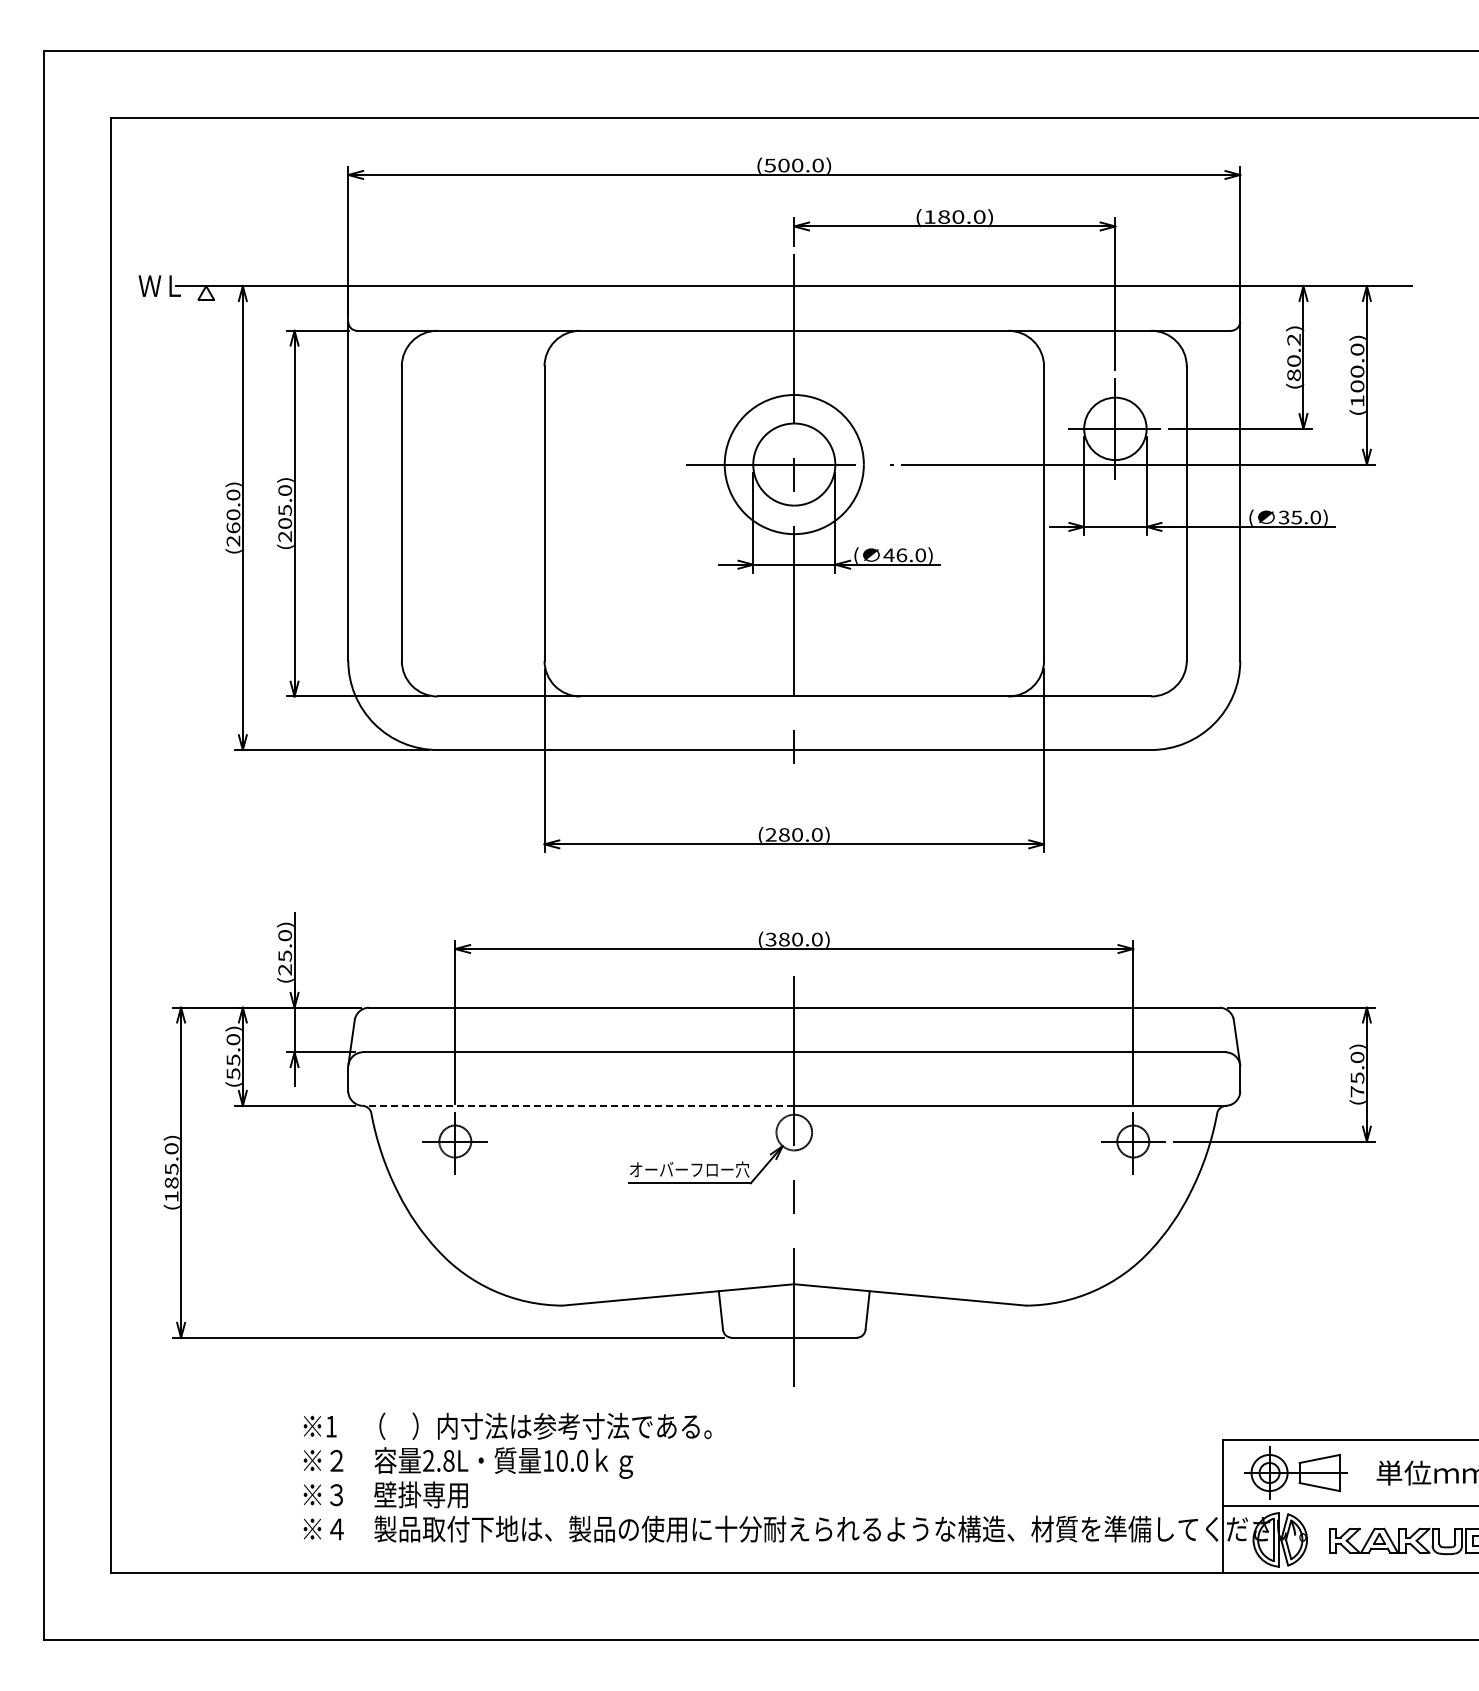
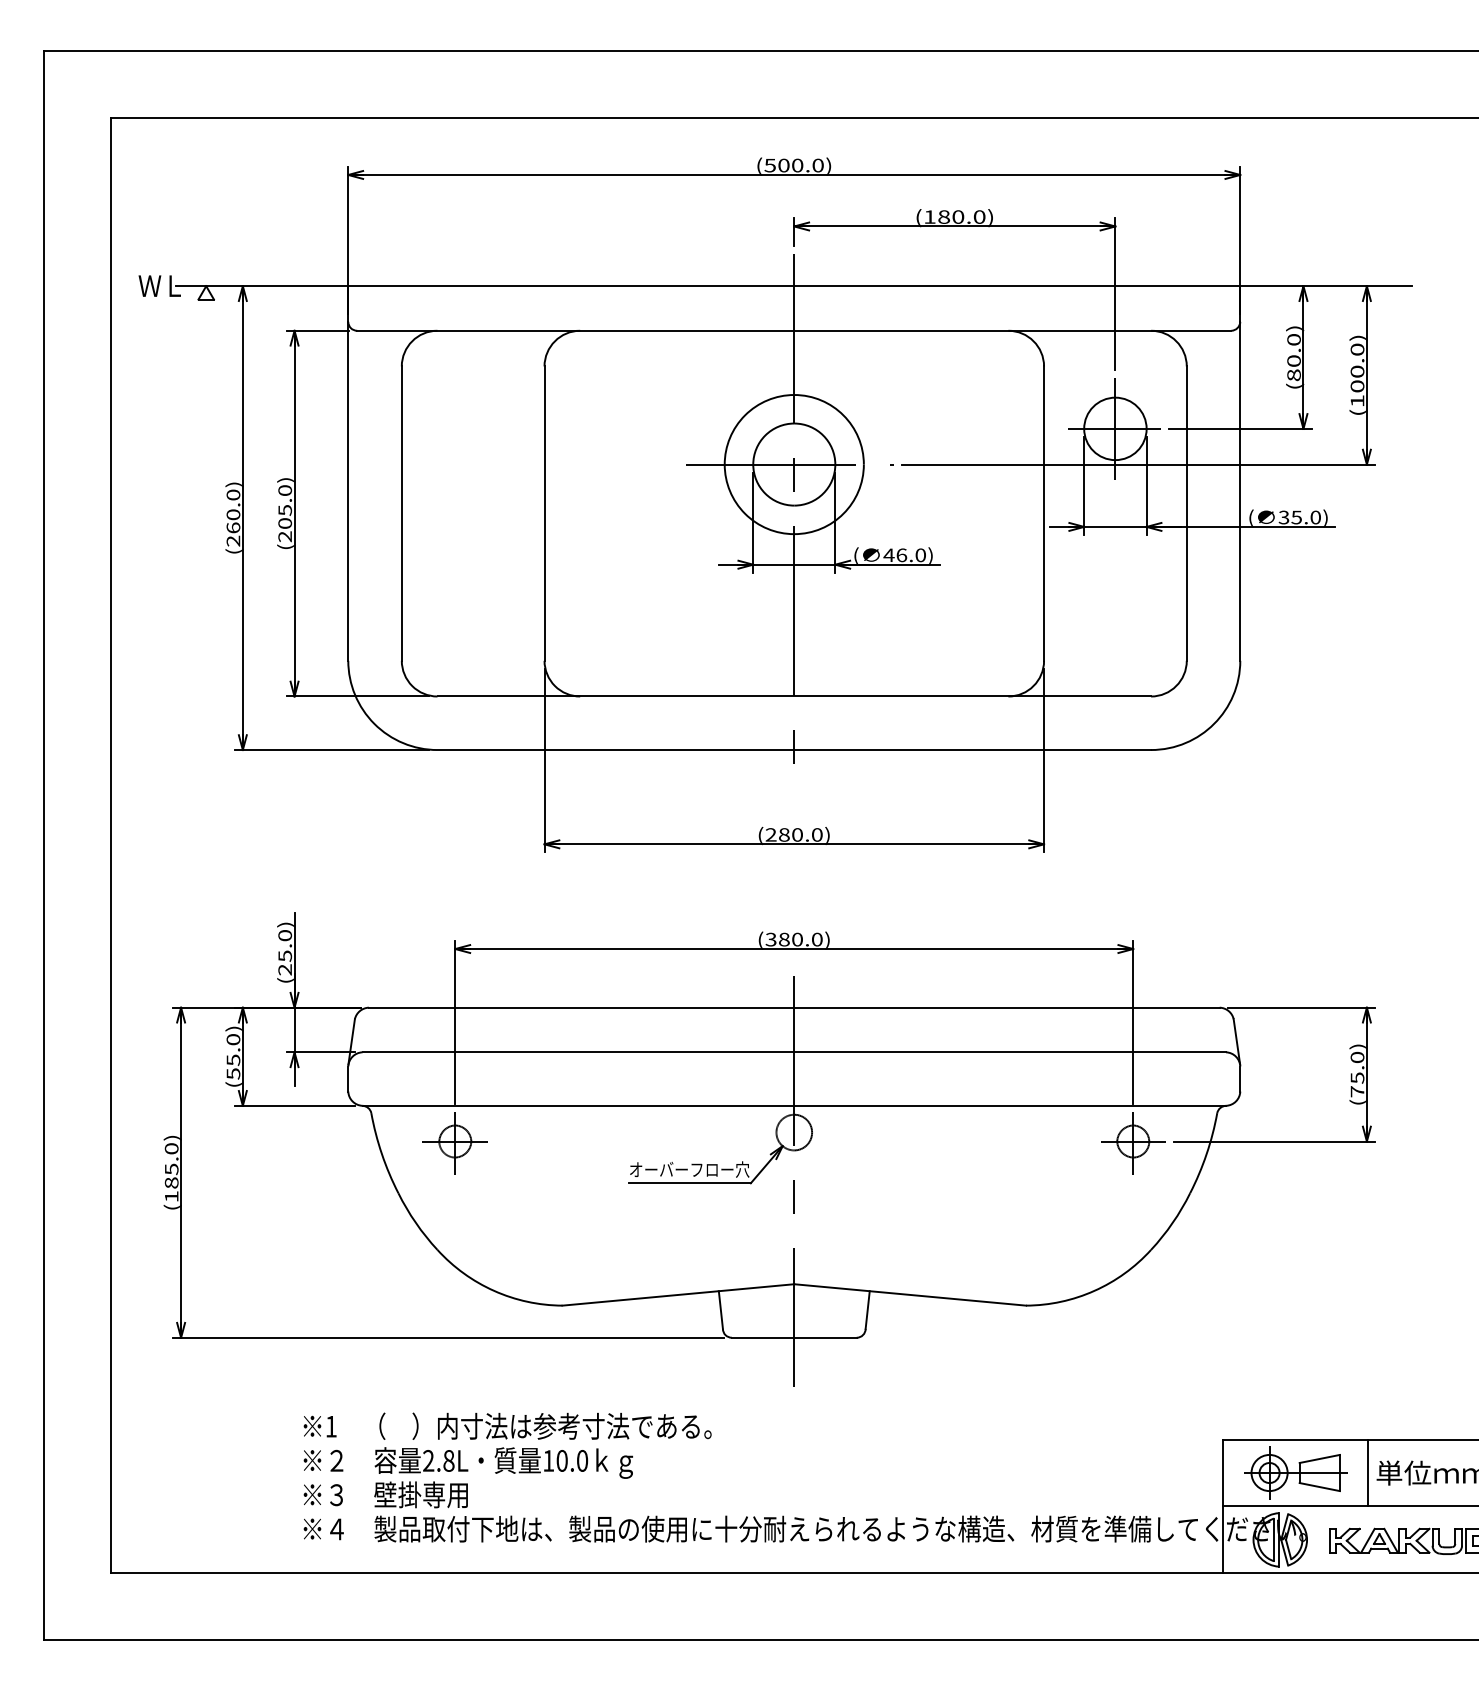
text at (1293, 339): (80.2) -> (80.0)
line at (578, 1105): dashed -> solid
line at (1367, 1472): none -> present
